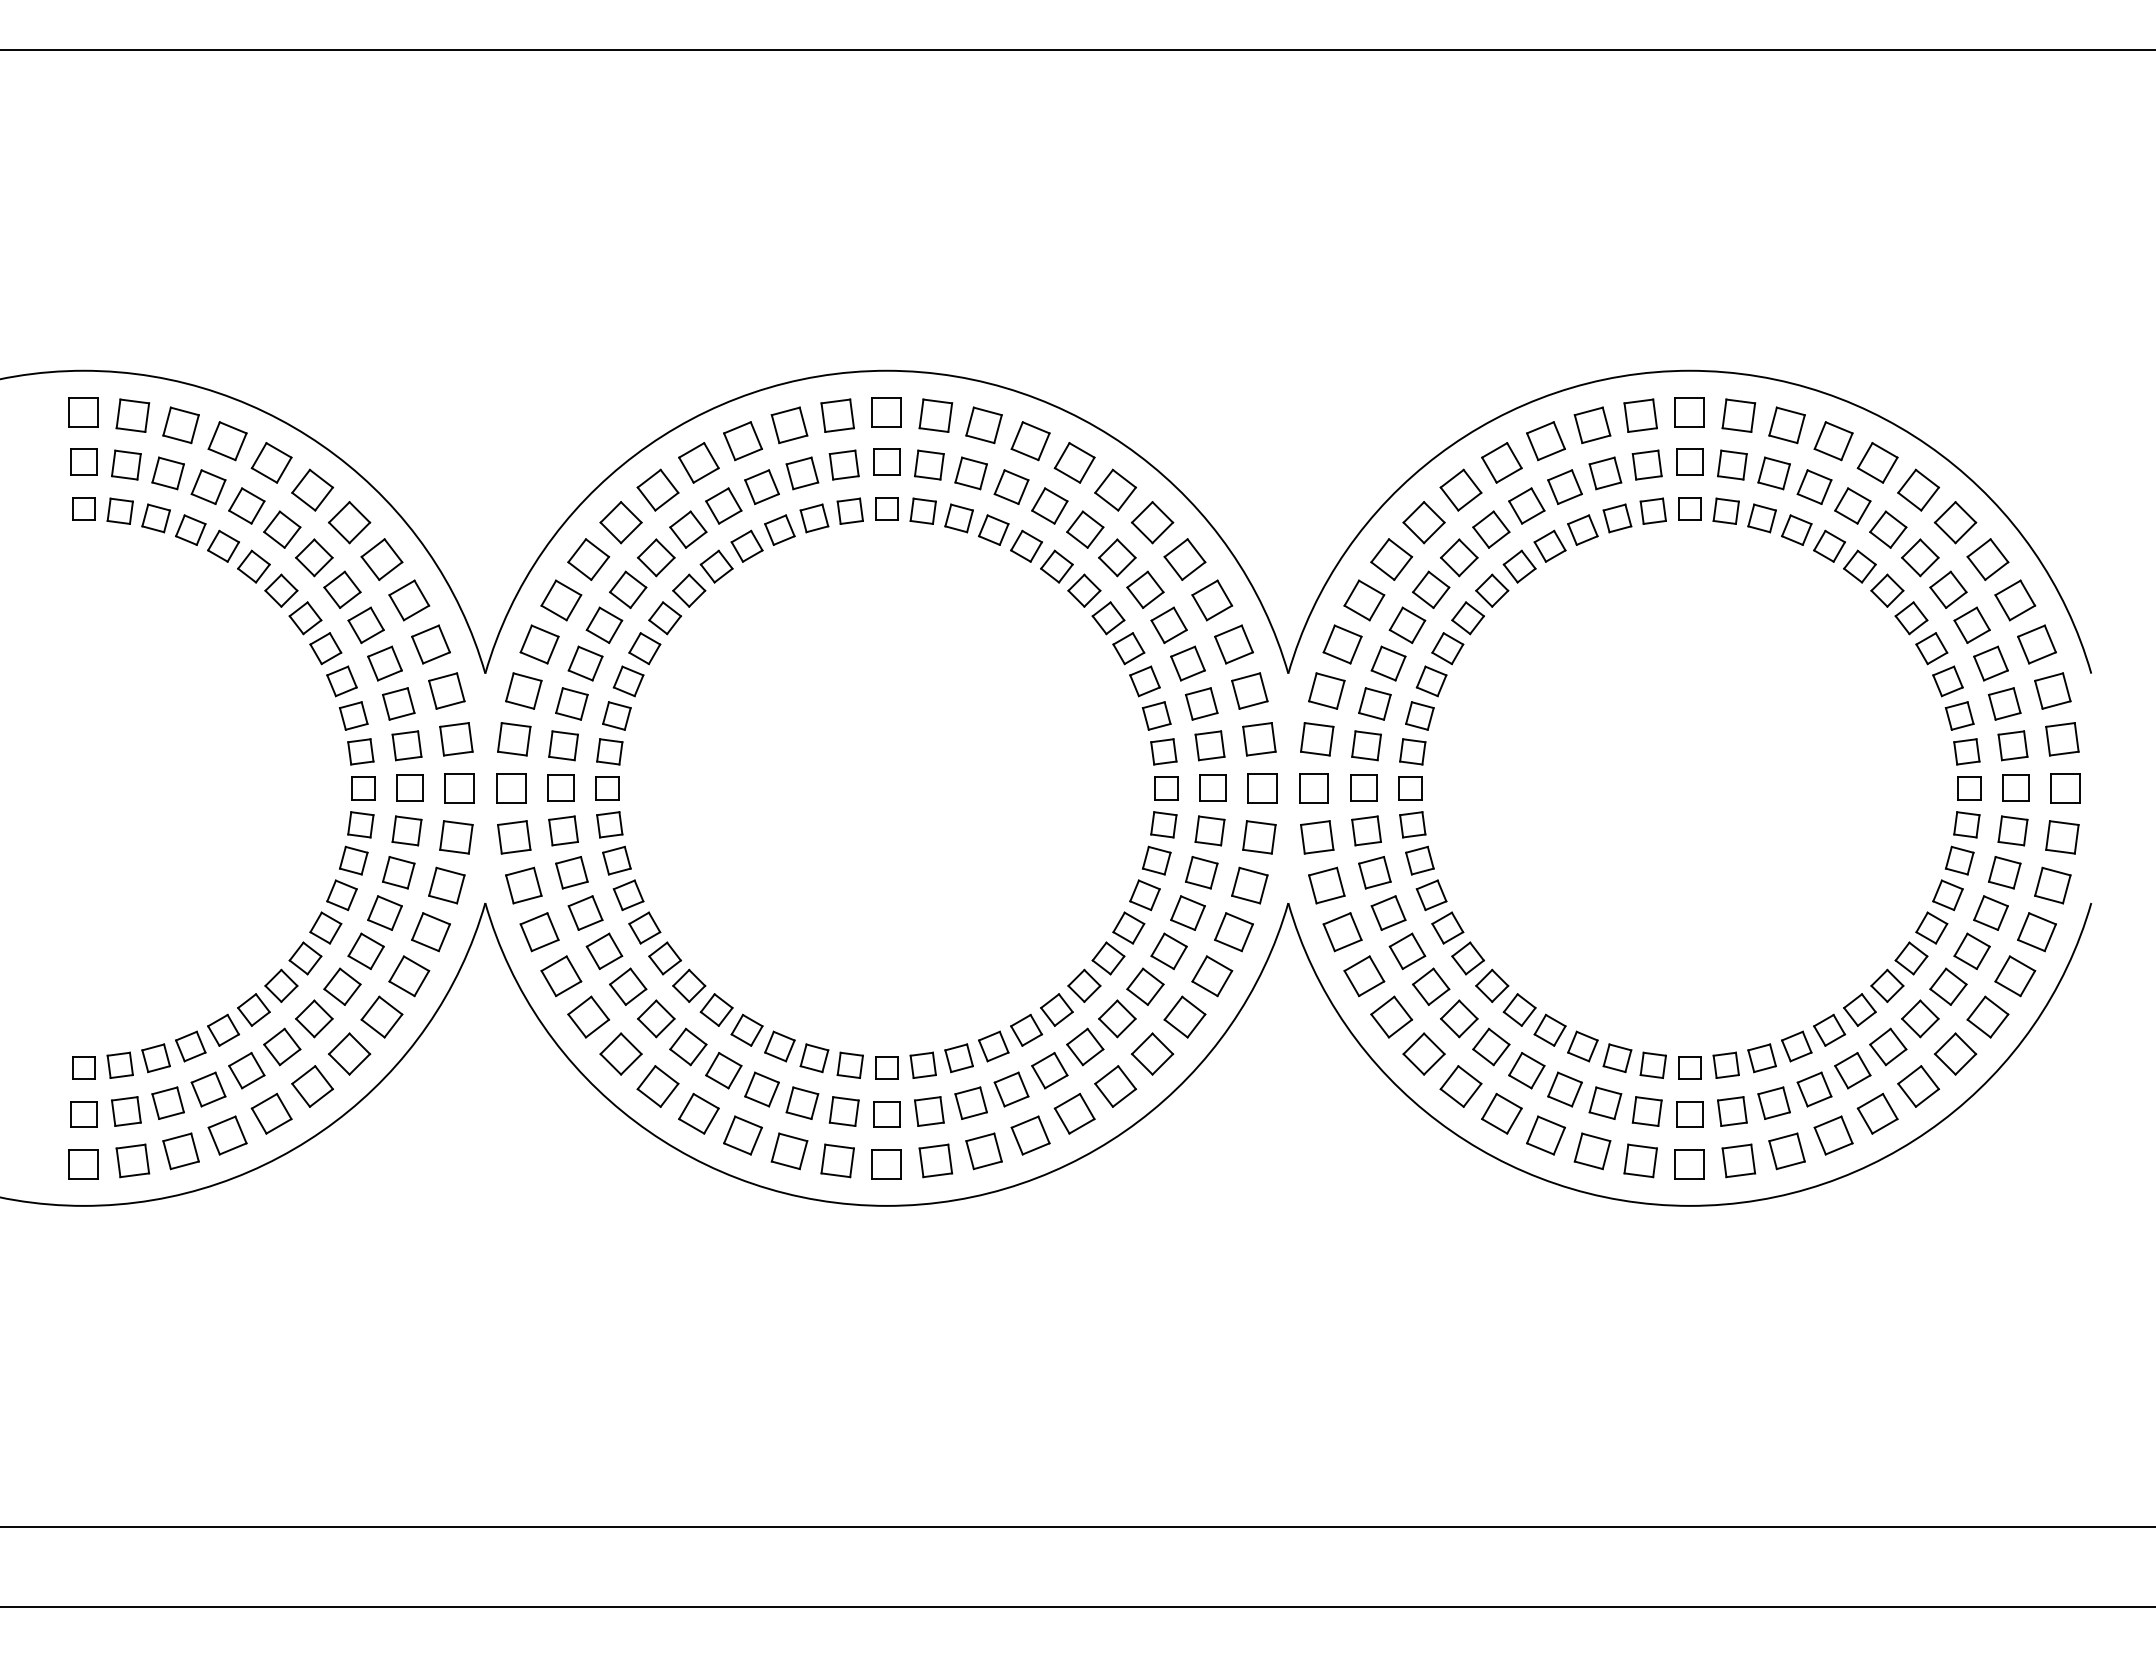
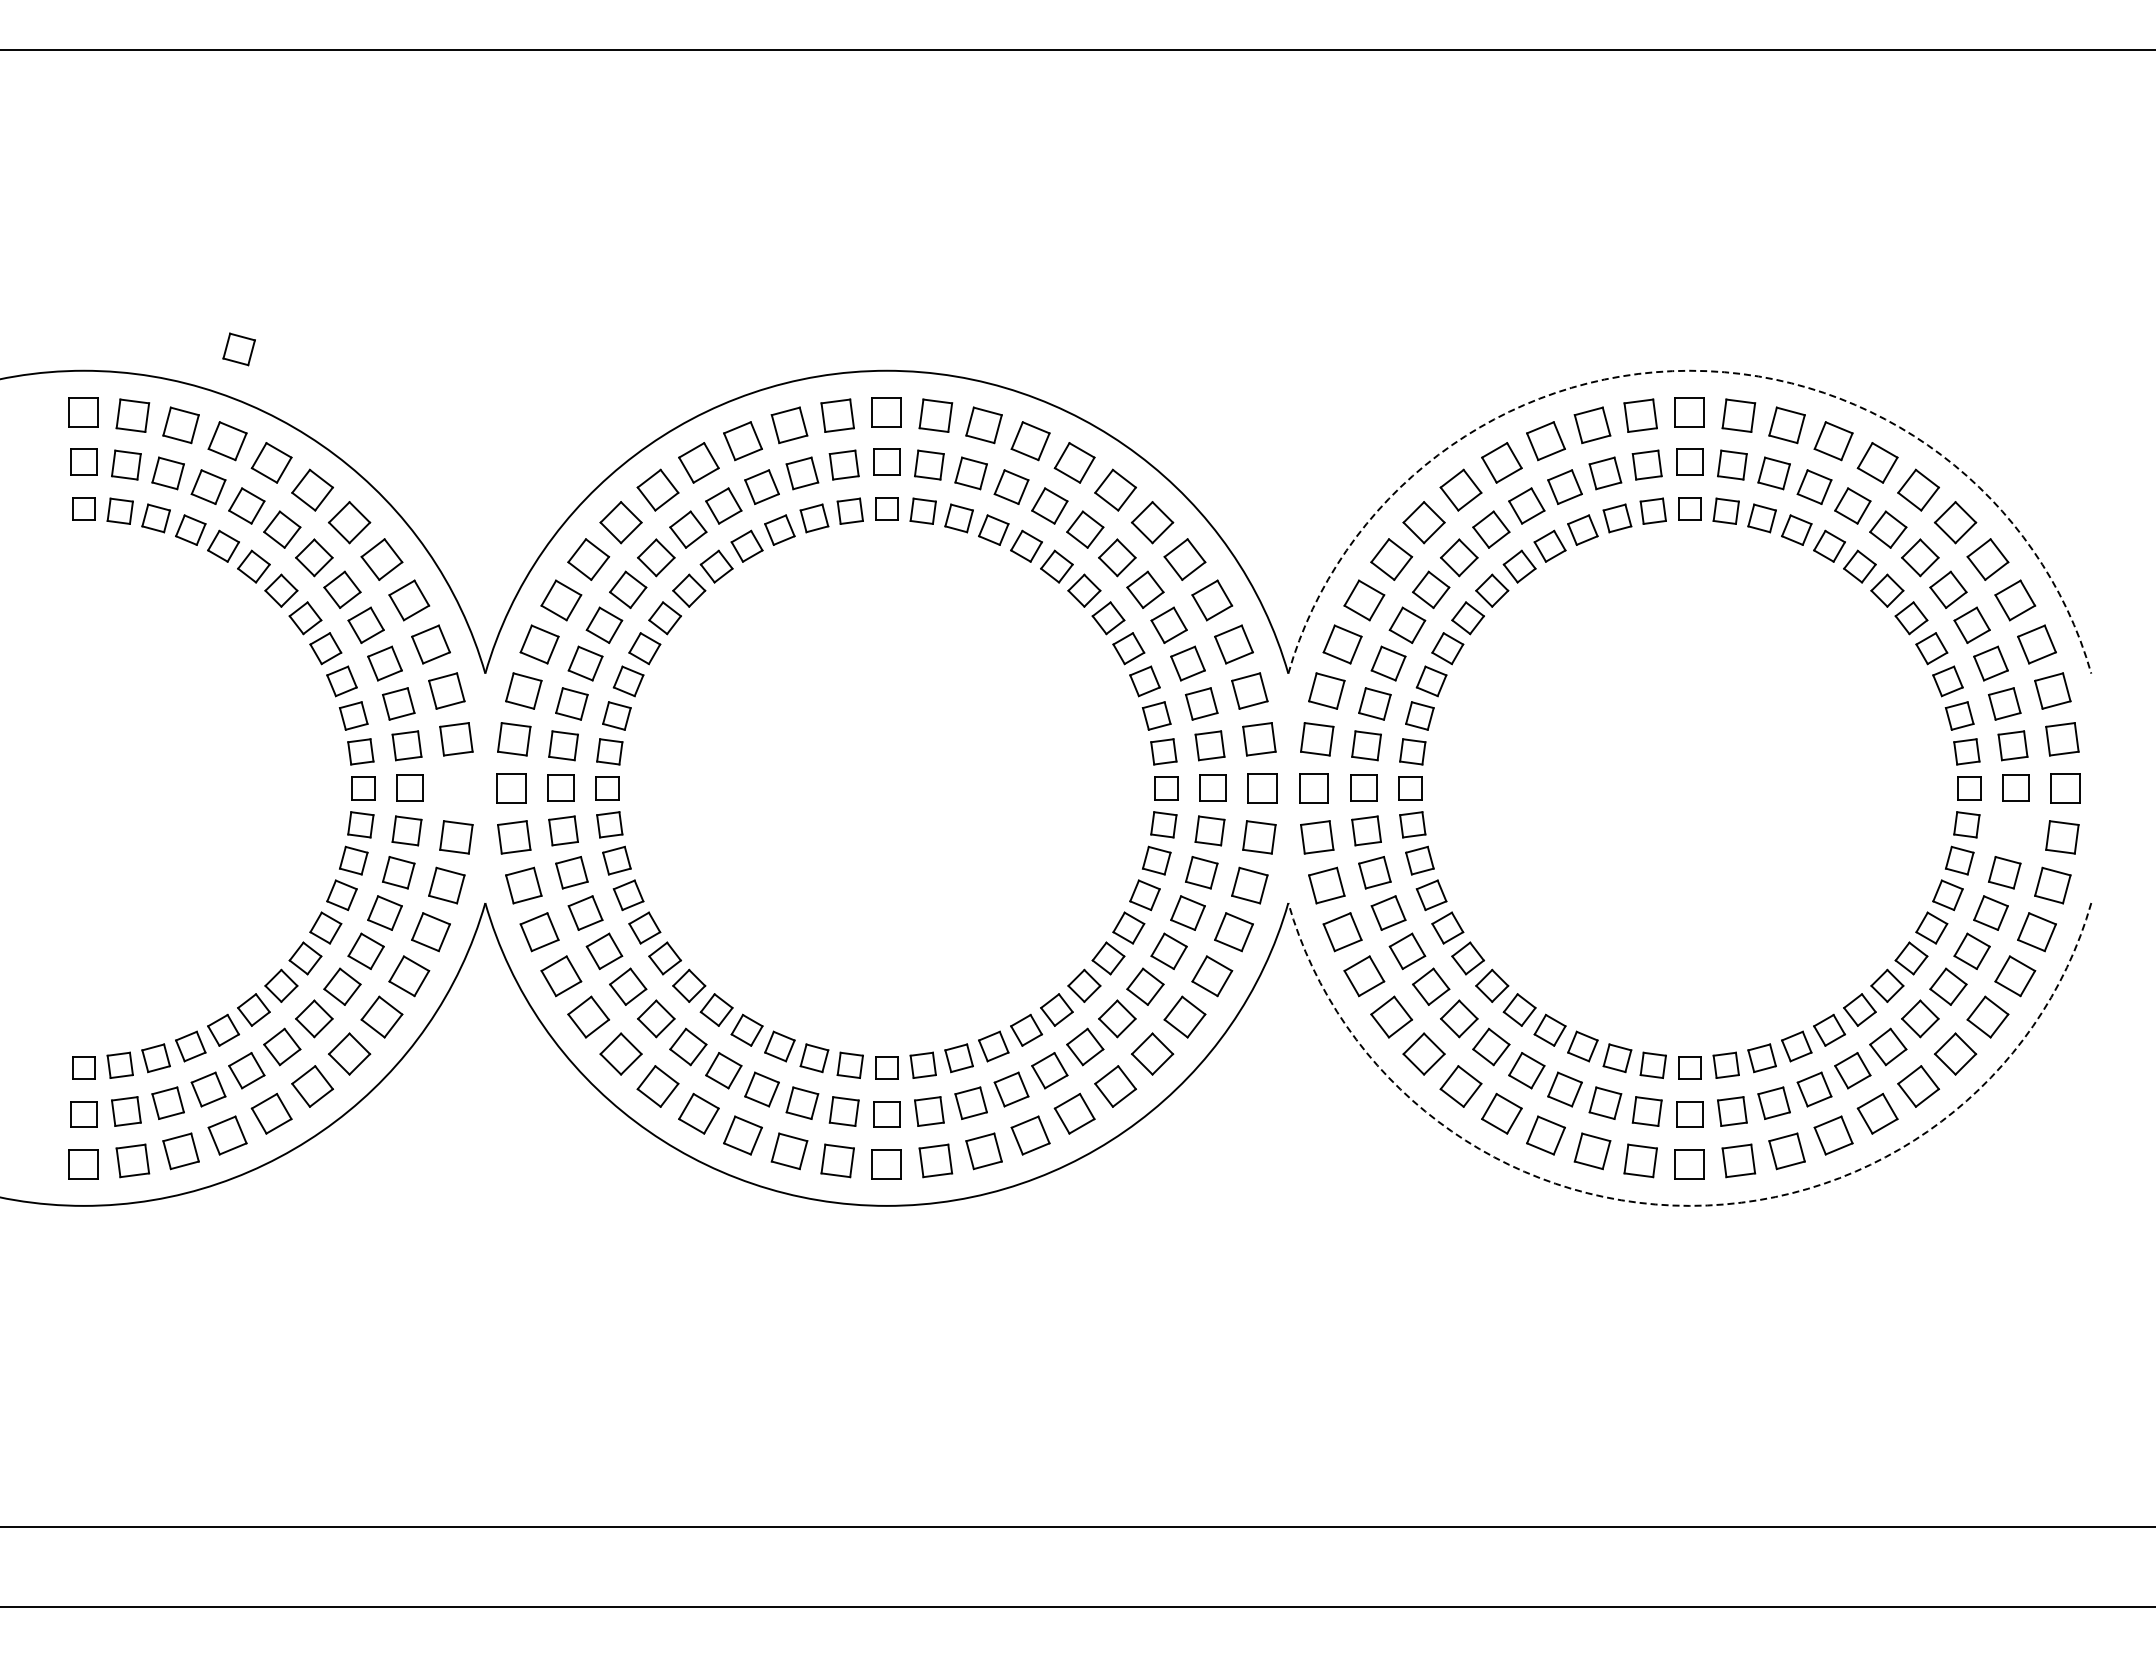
part at (238, 349): none -> present
arc at (1689, 370): solid -> dashed
part at (459, 788): present -> none
part at (2012, 830): present -> none
arc at (1689, 1205): solid -> dashed
